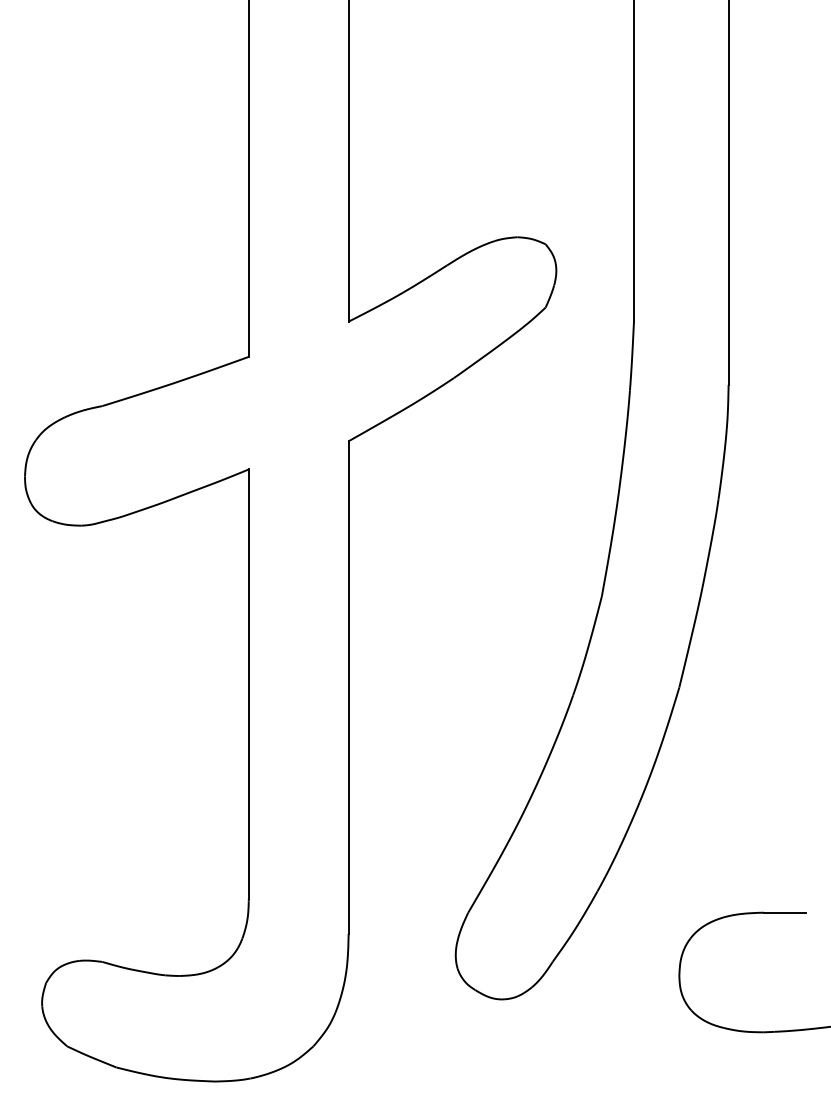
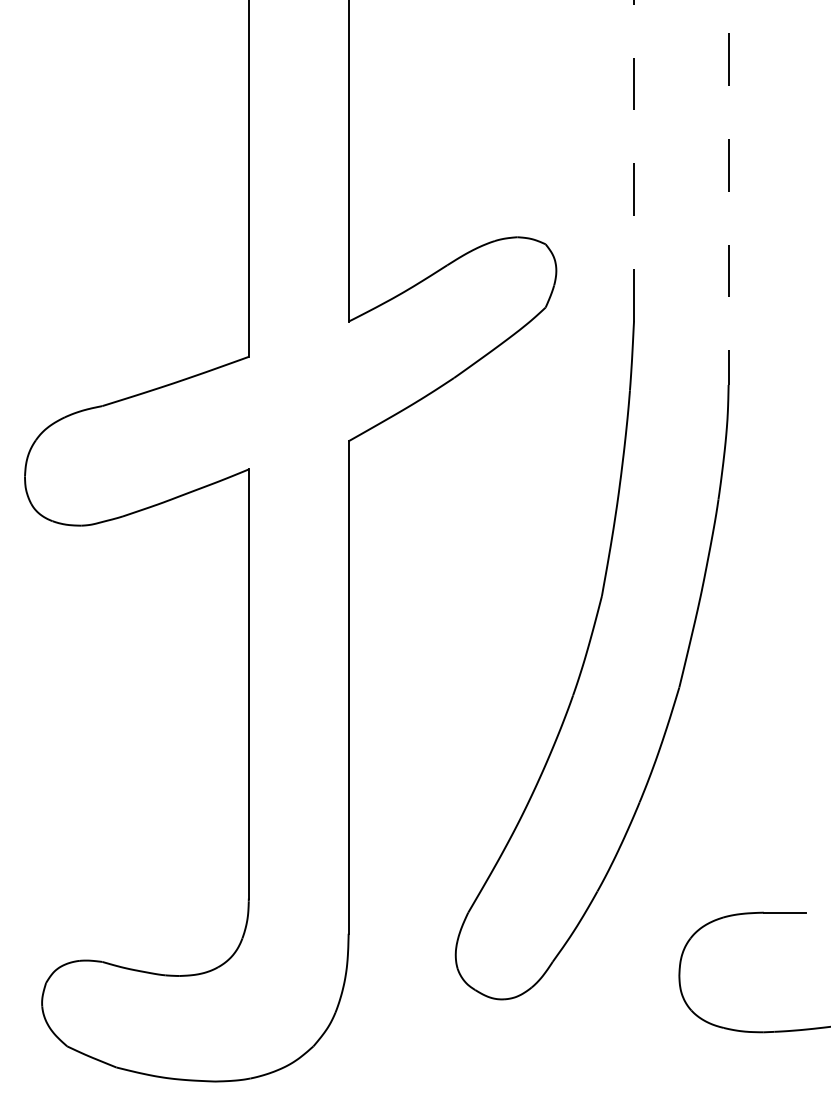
line at (634, 160): solid -> dashed
line at (728, 193): solid -> dashed
